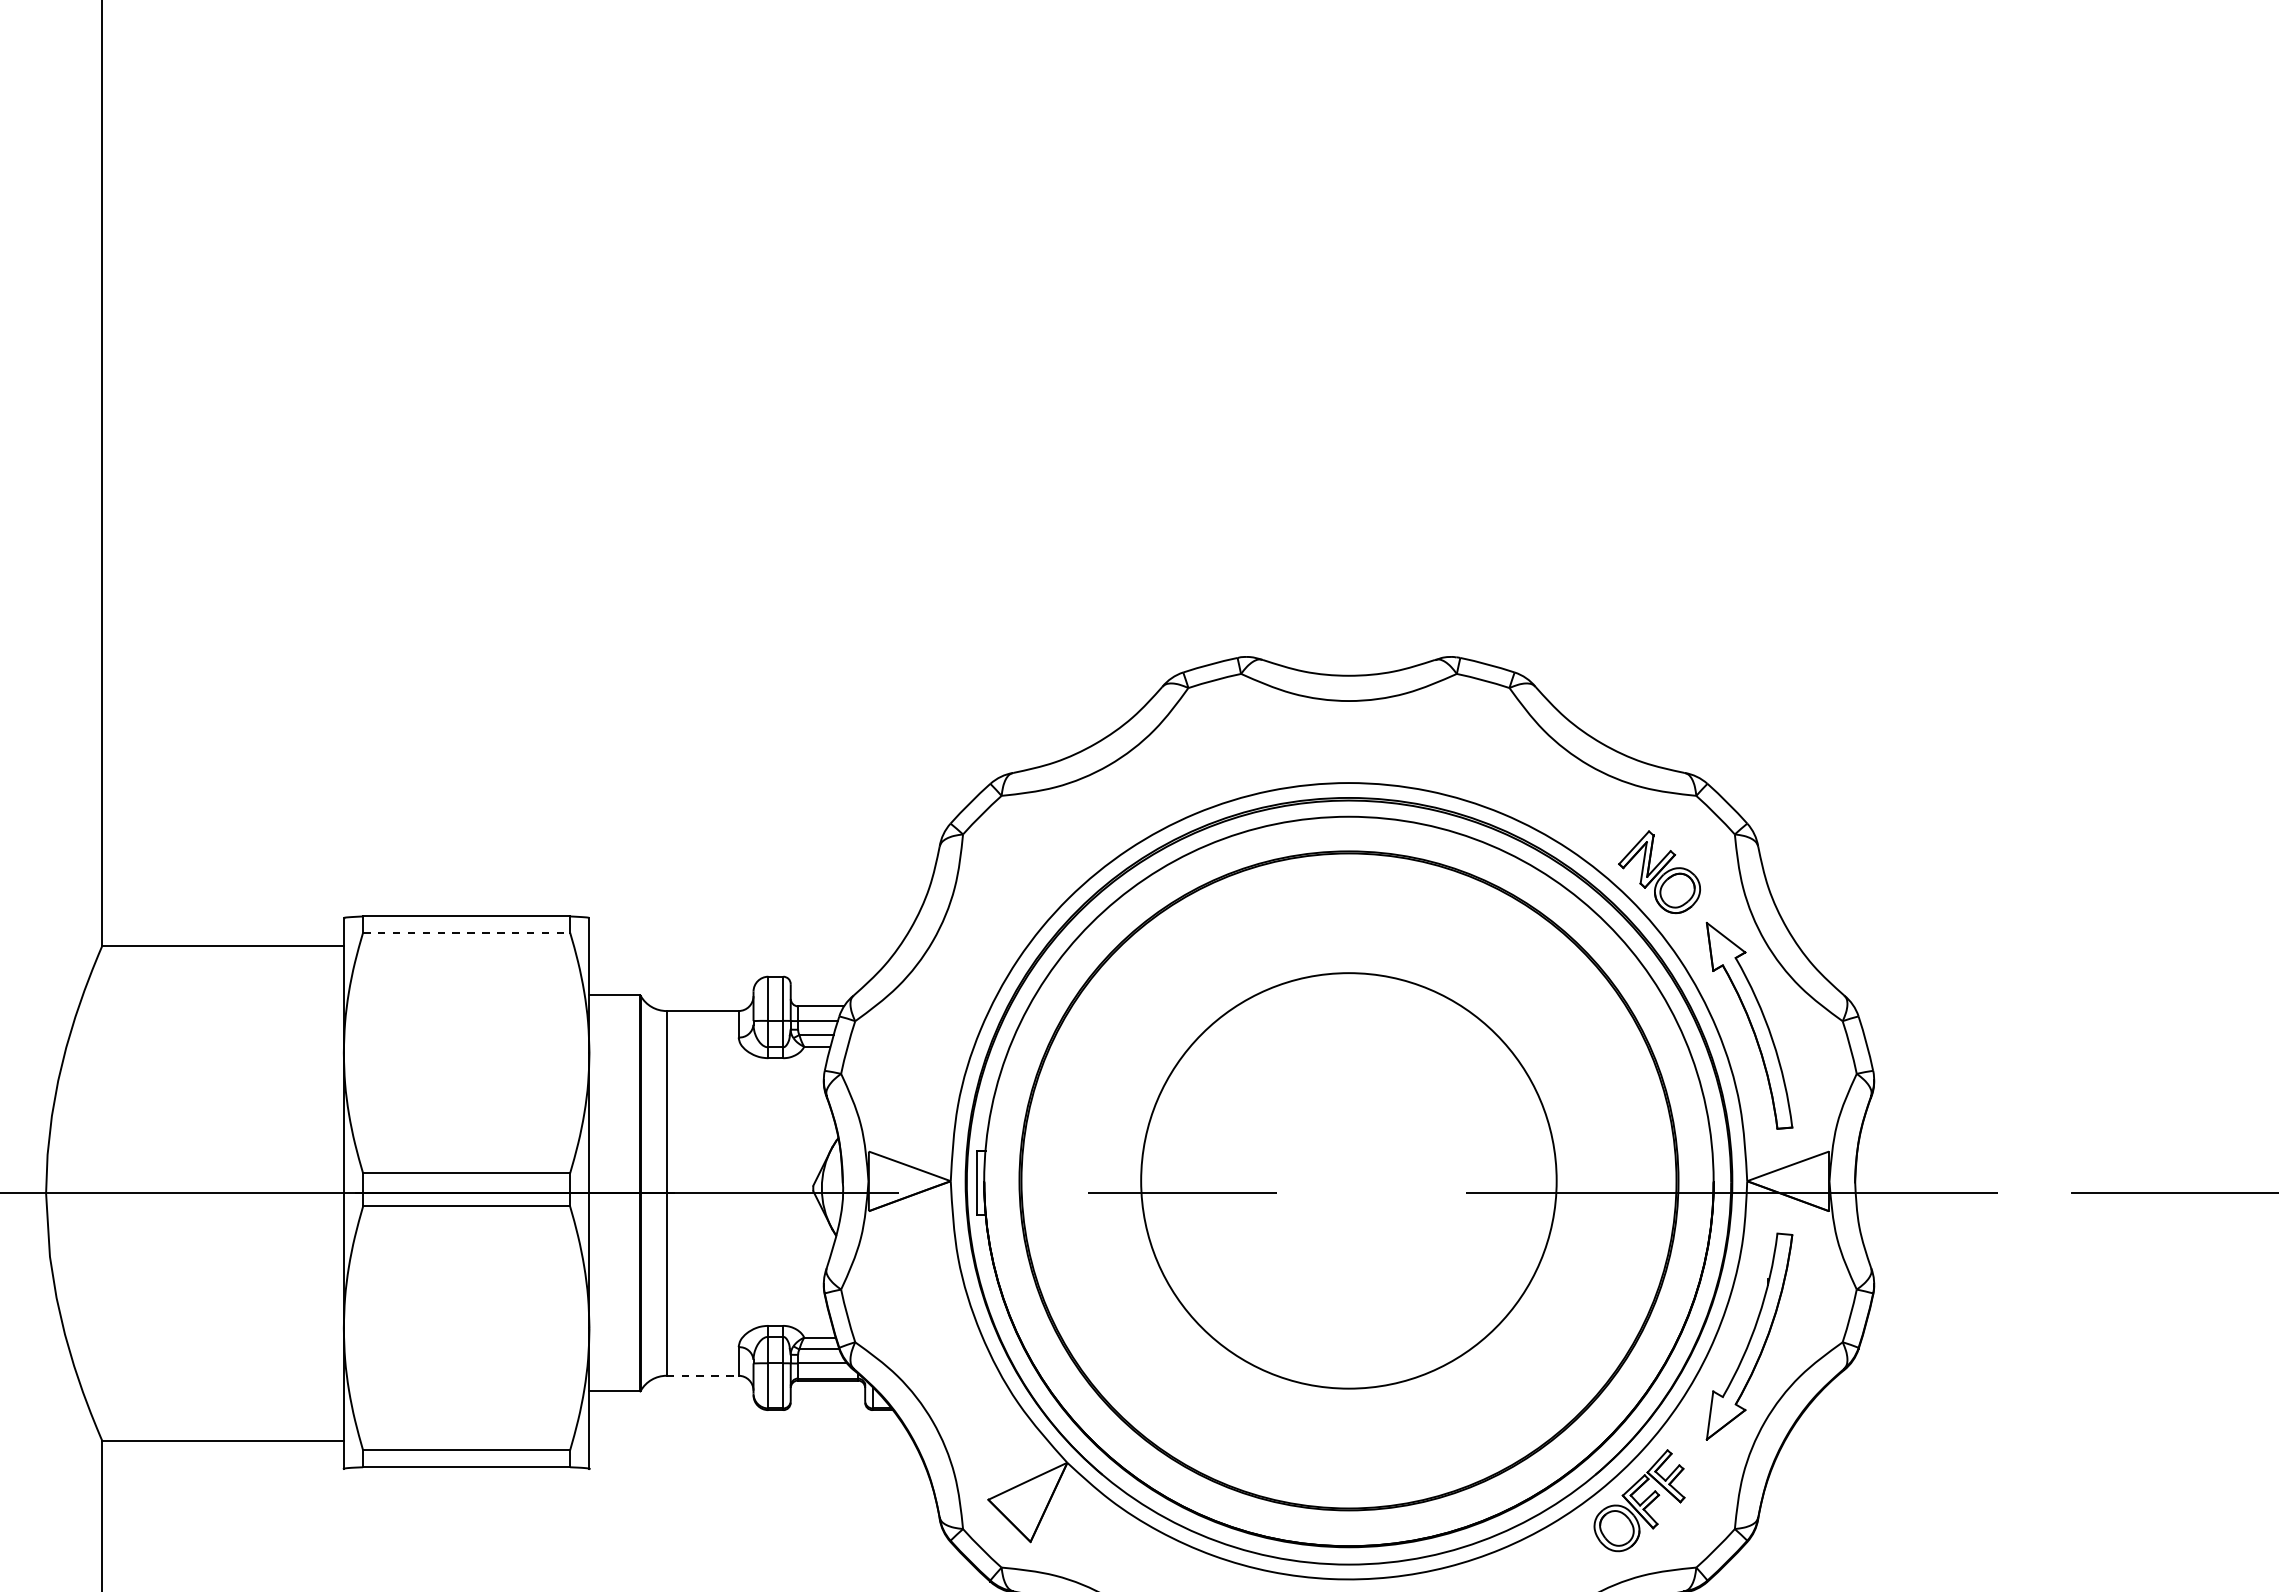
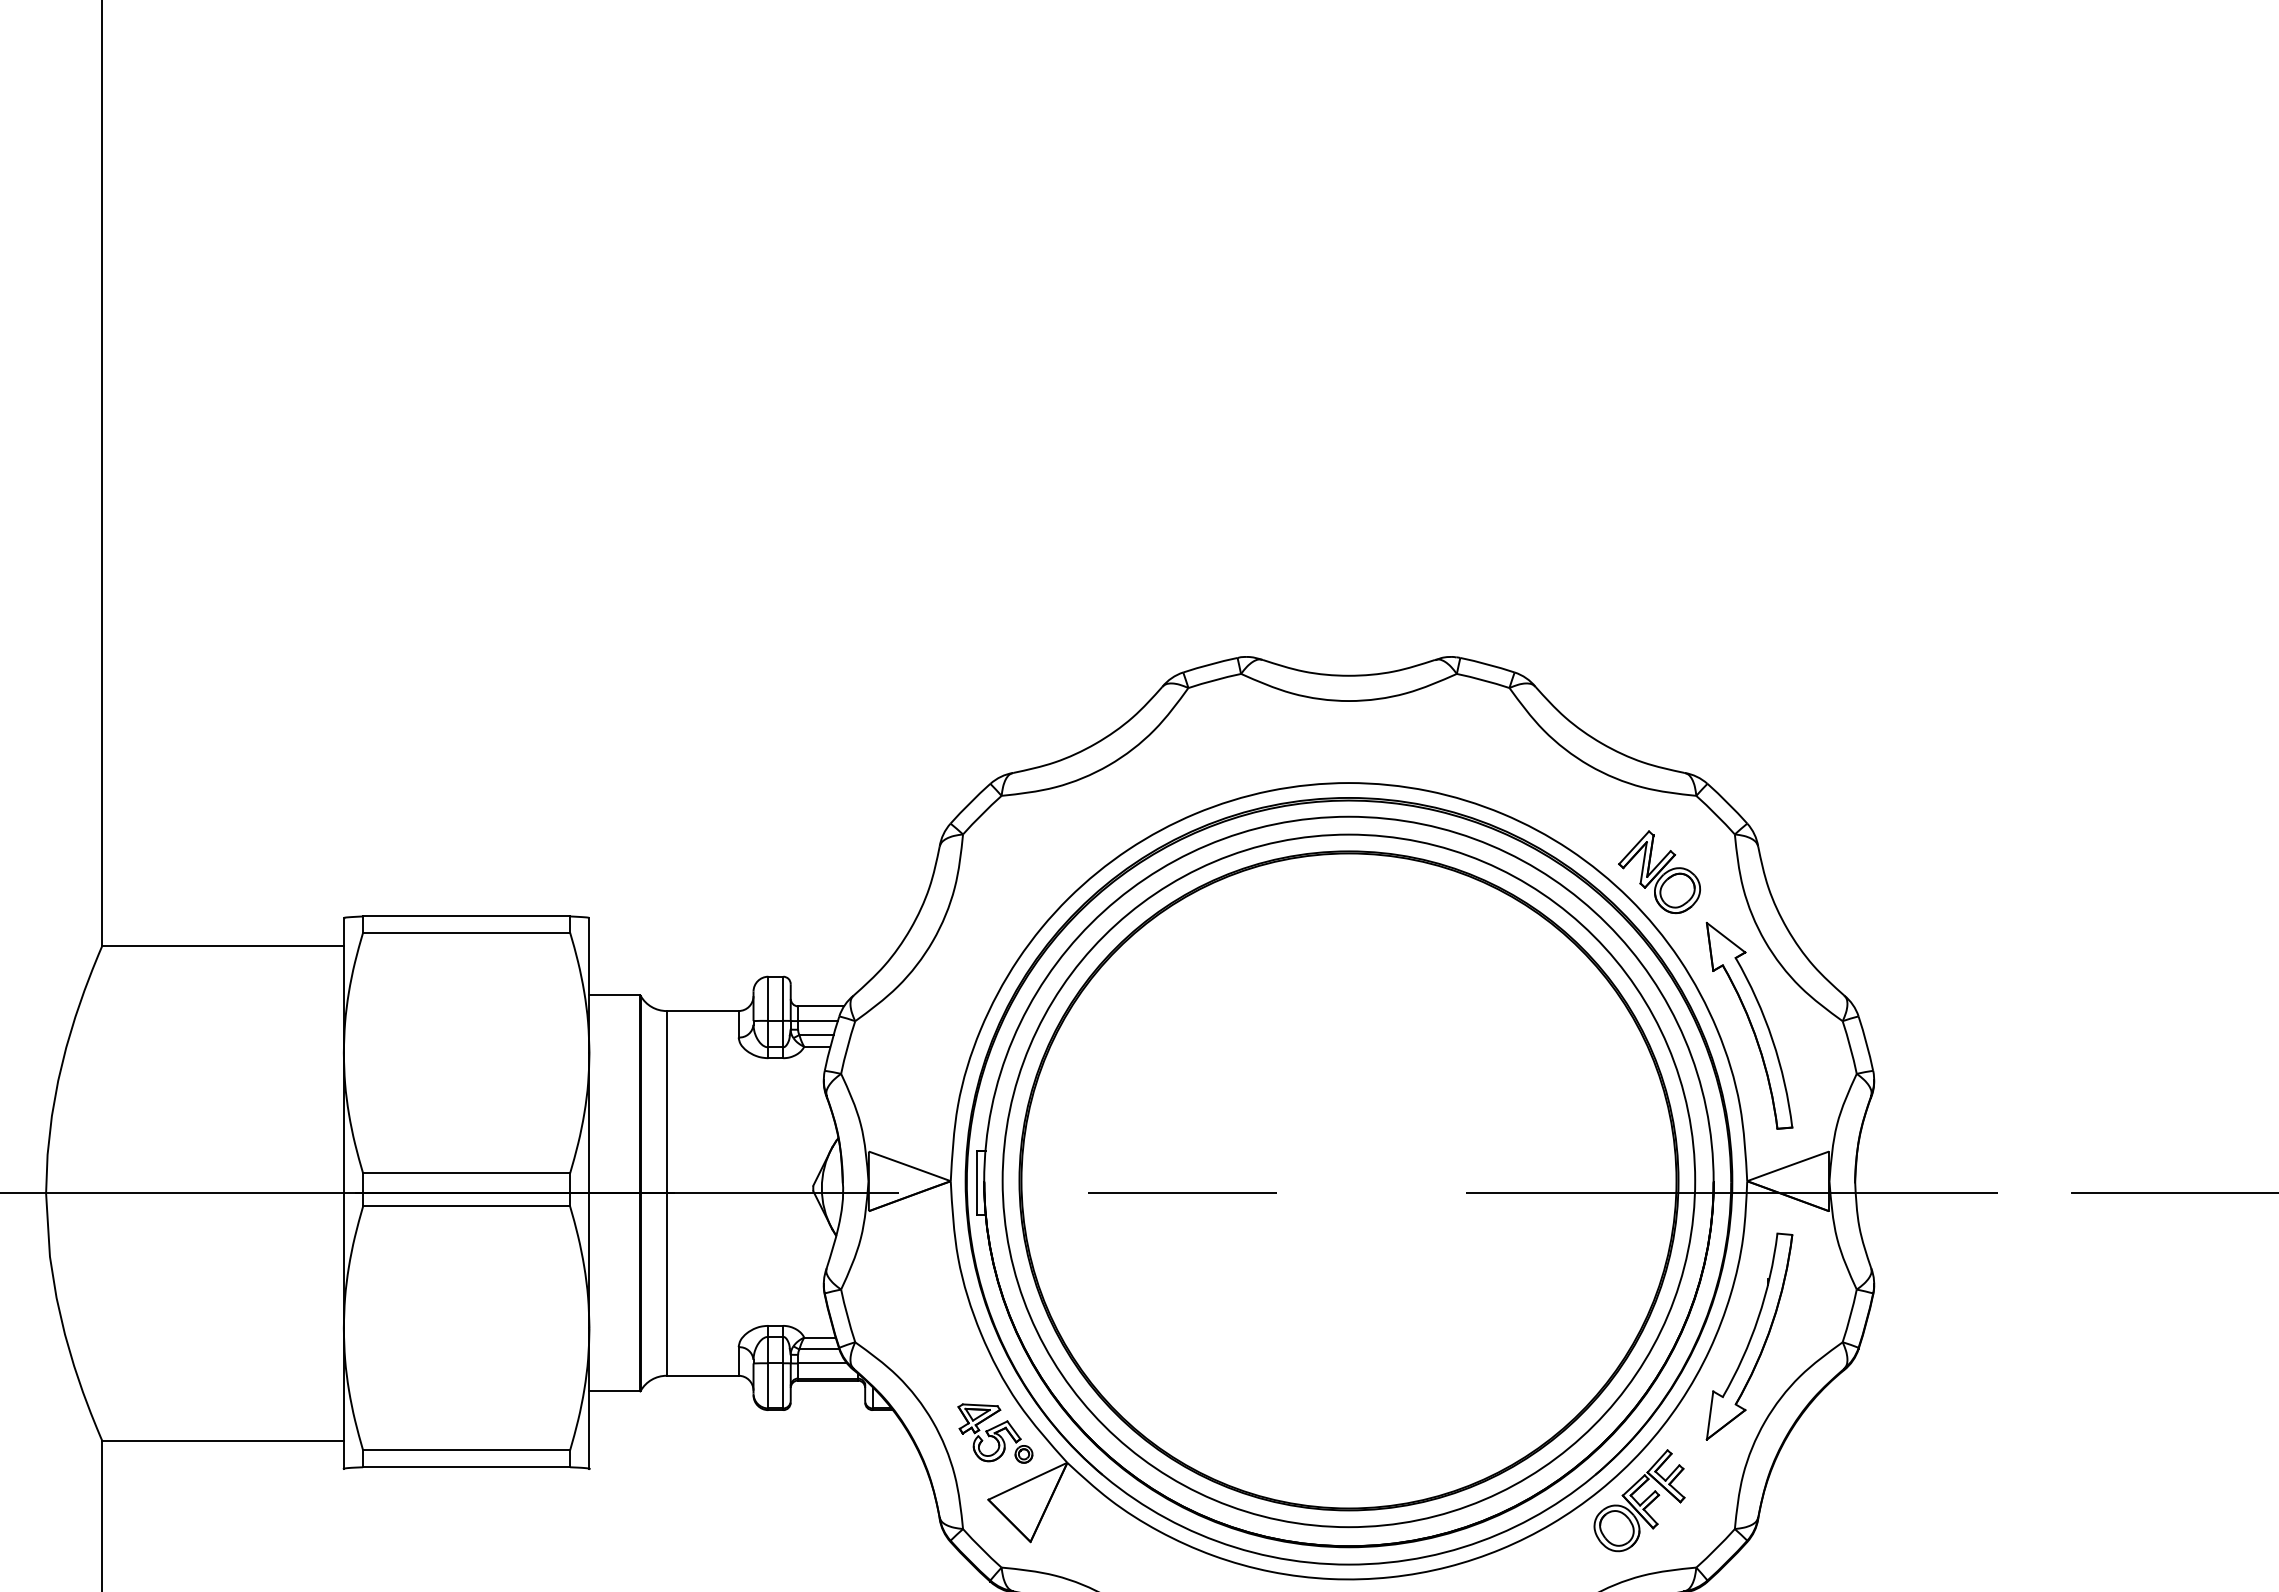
line at (466, 932): dashed -> solid
circle at (1348, 1180) diameter: 416 px -> 693 px
line at (702, 1375): dashed -> solid
part at (995, 1433): none -> present
